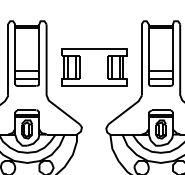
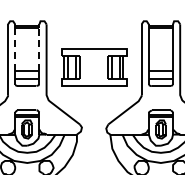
line at (39, 49): solid -> dashed
line at (15, 50): solid -> dashed
